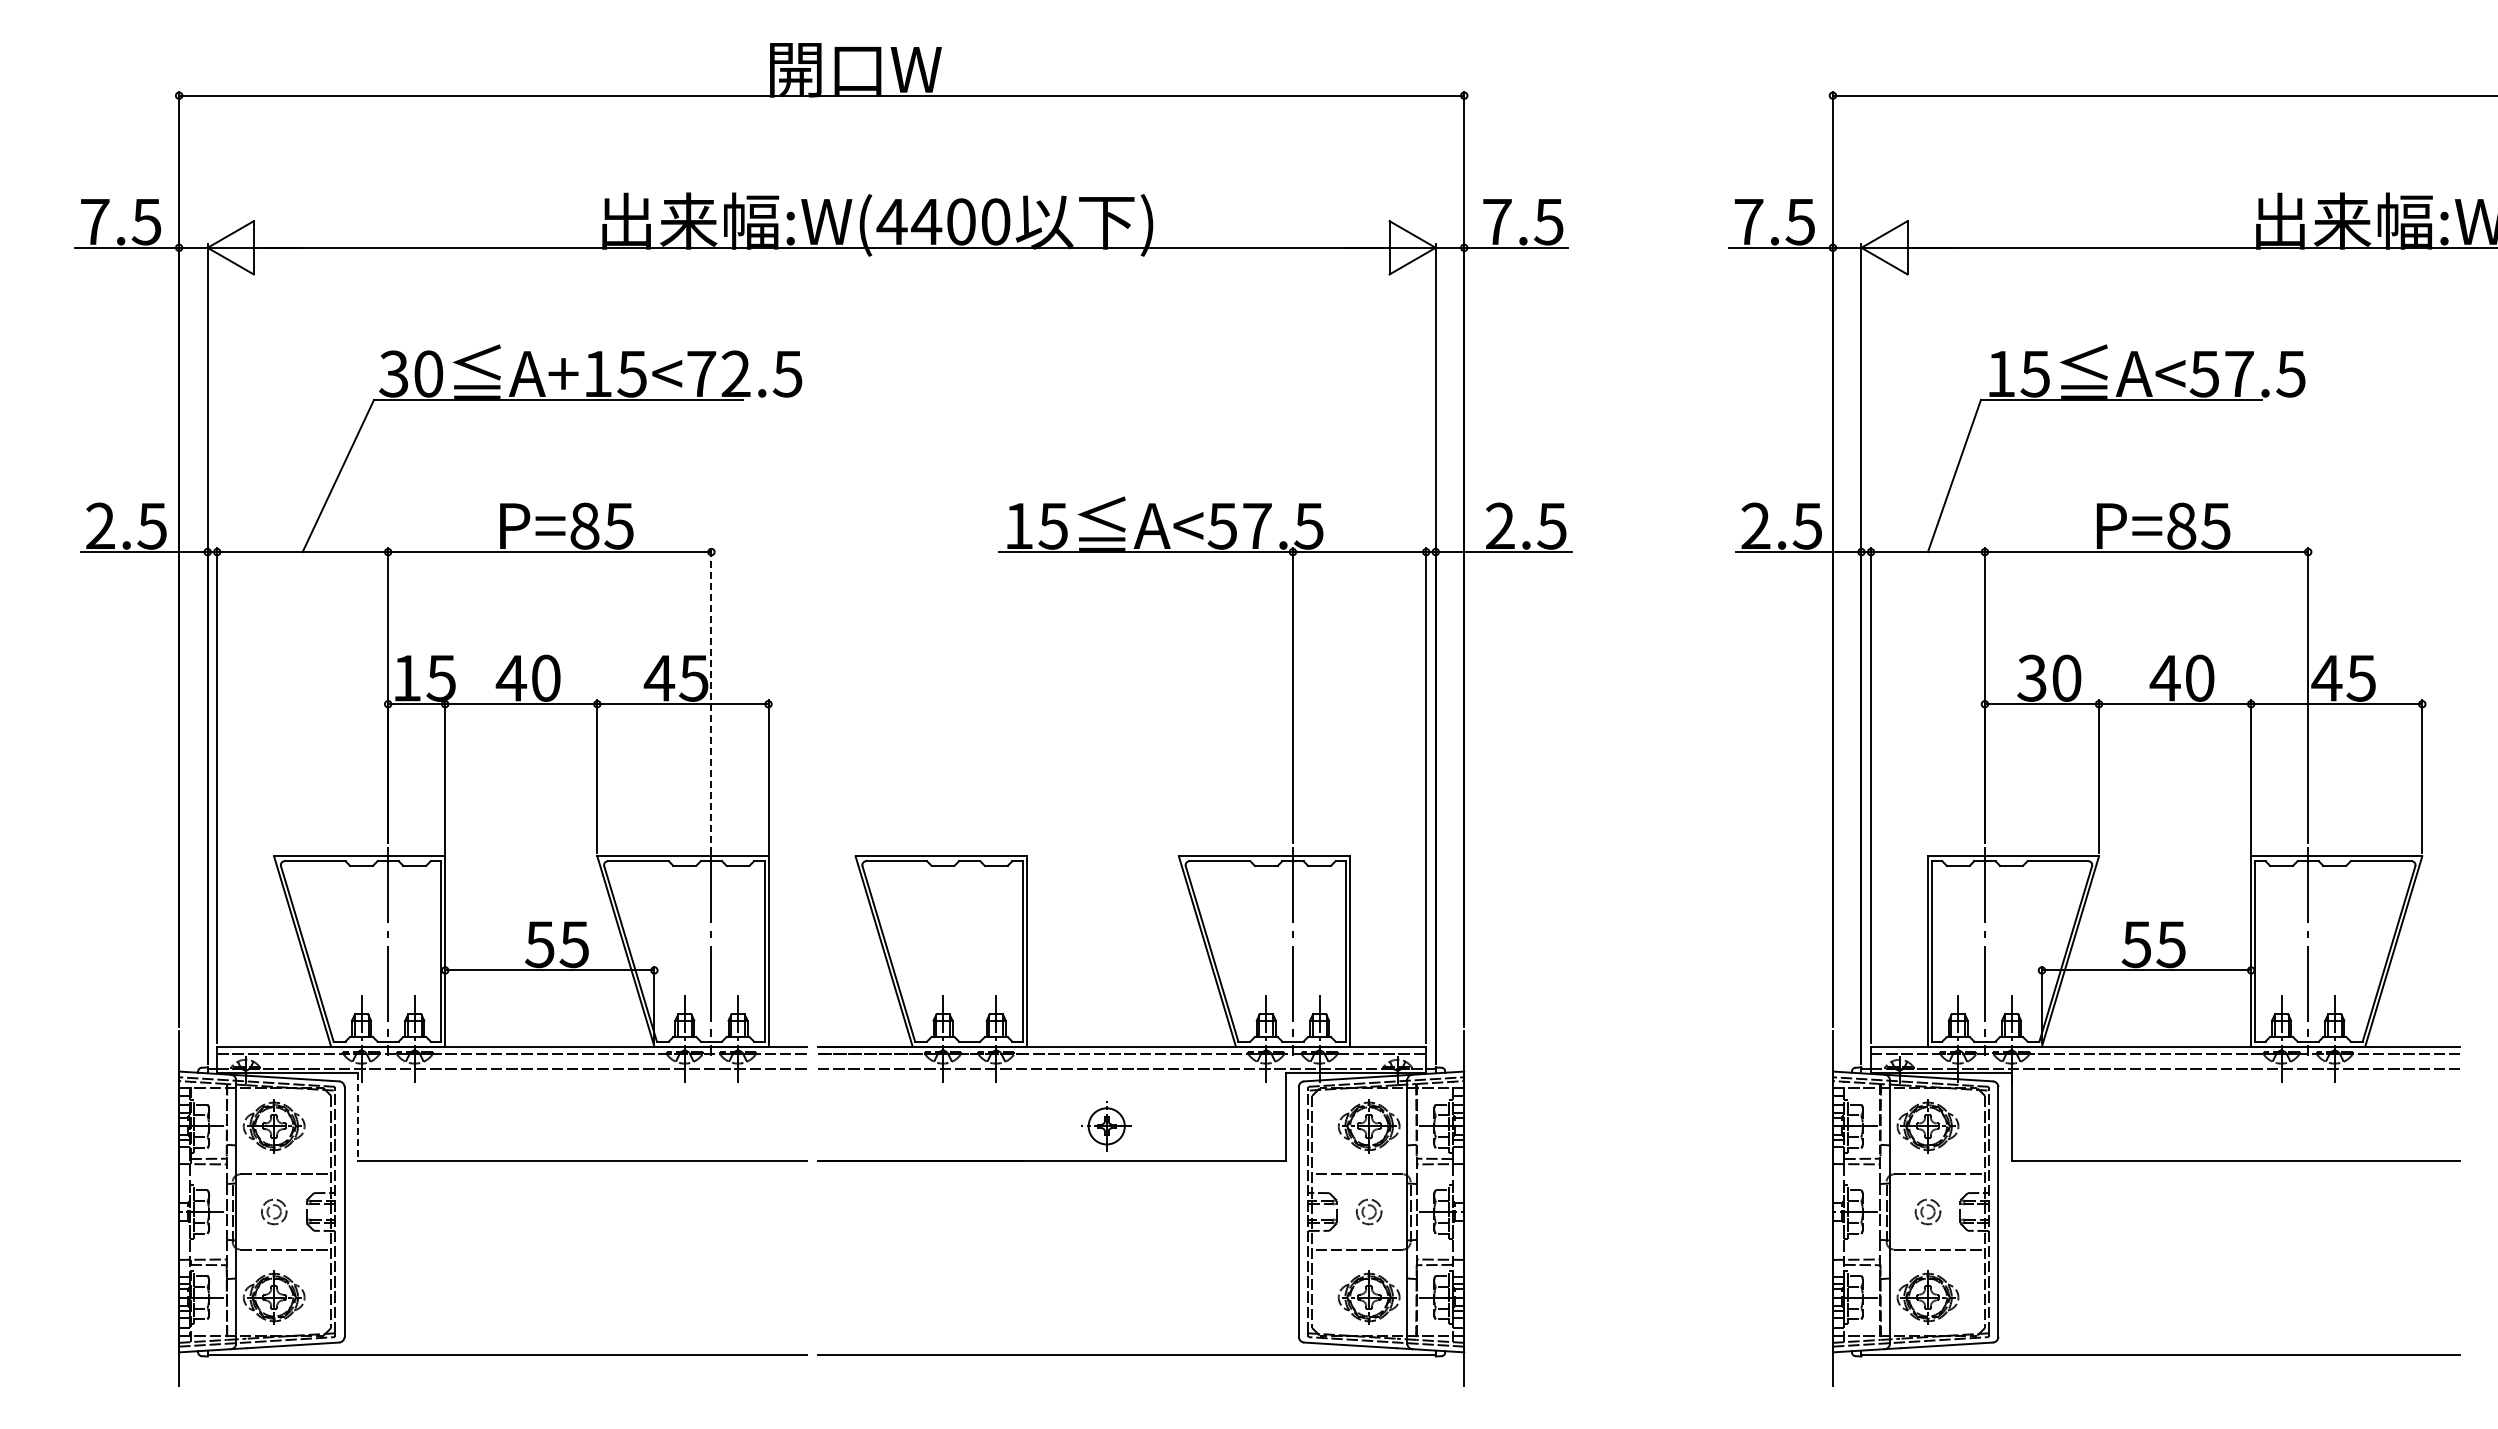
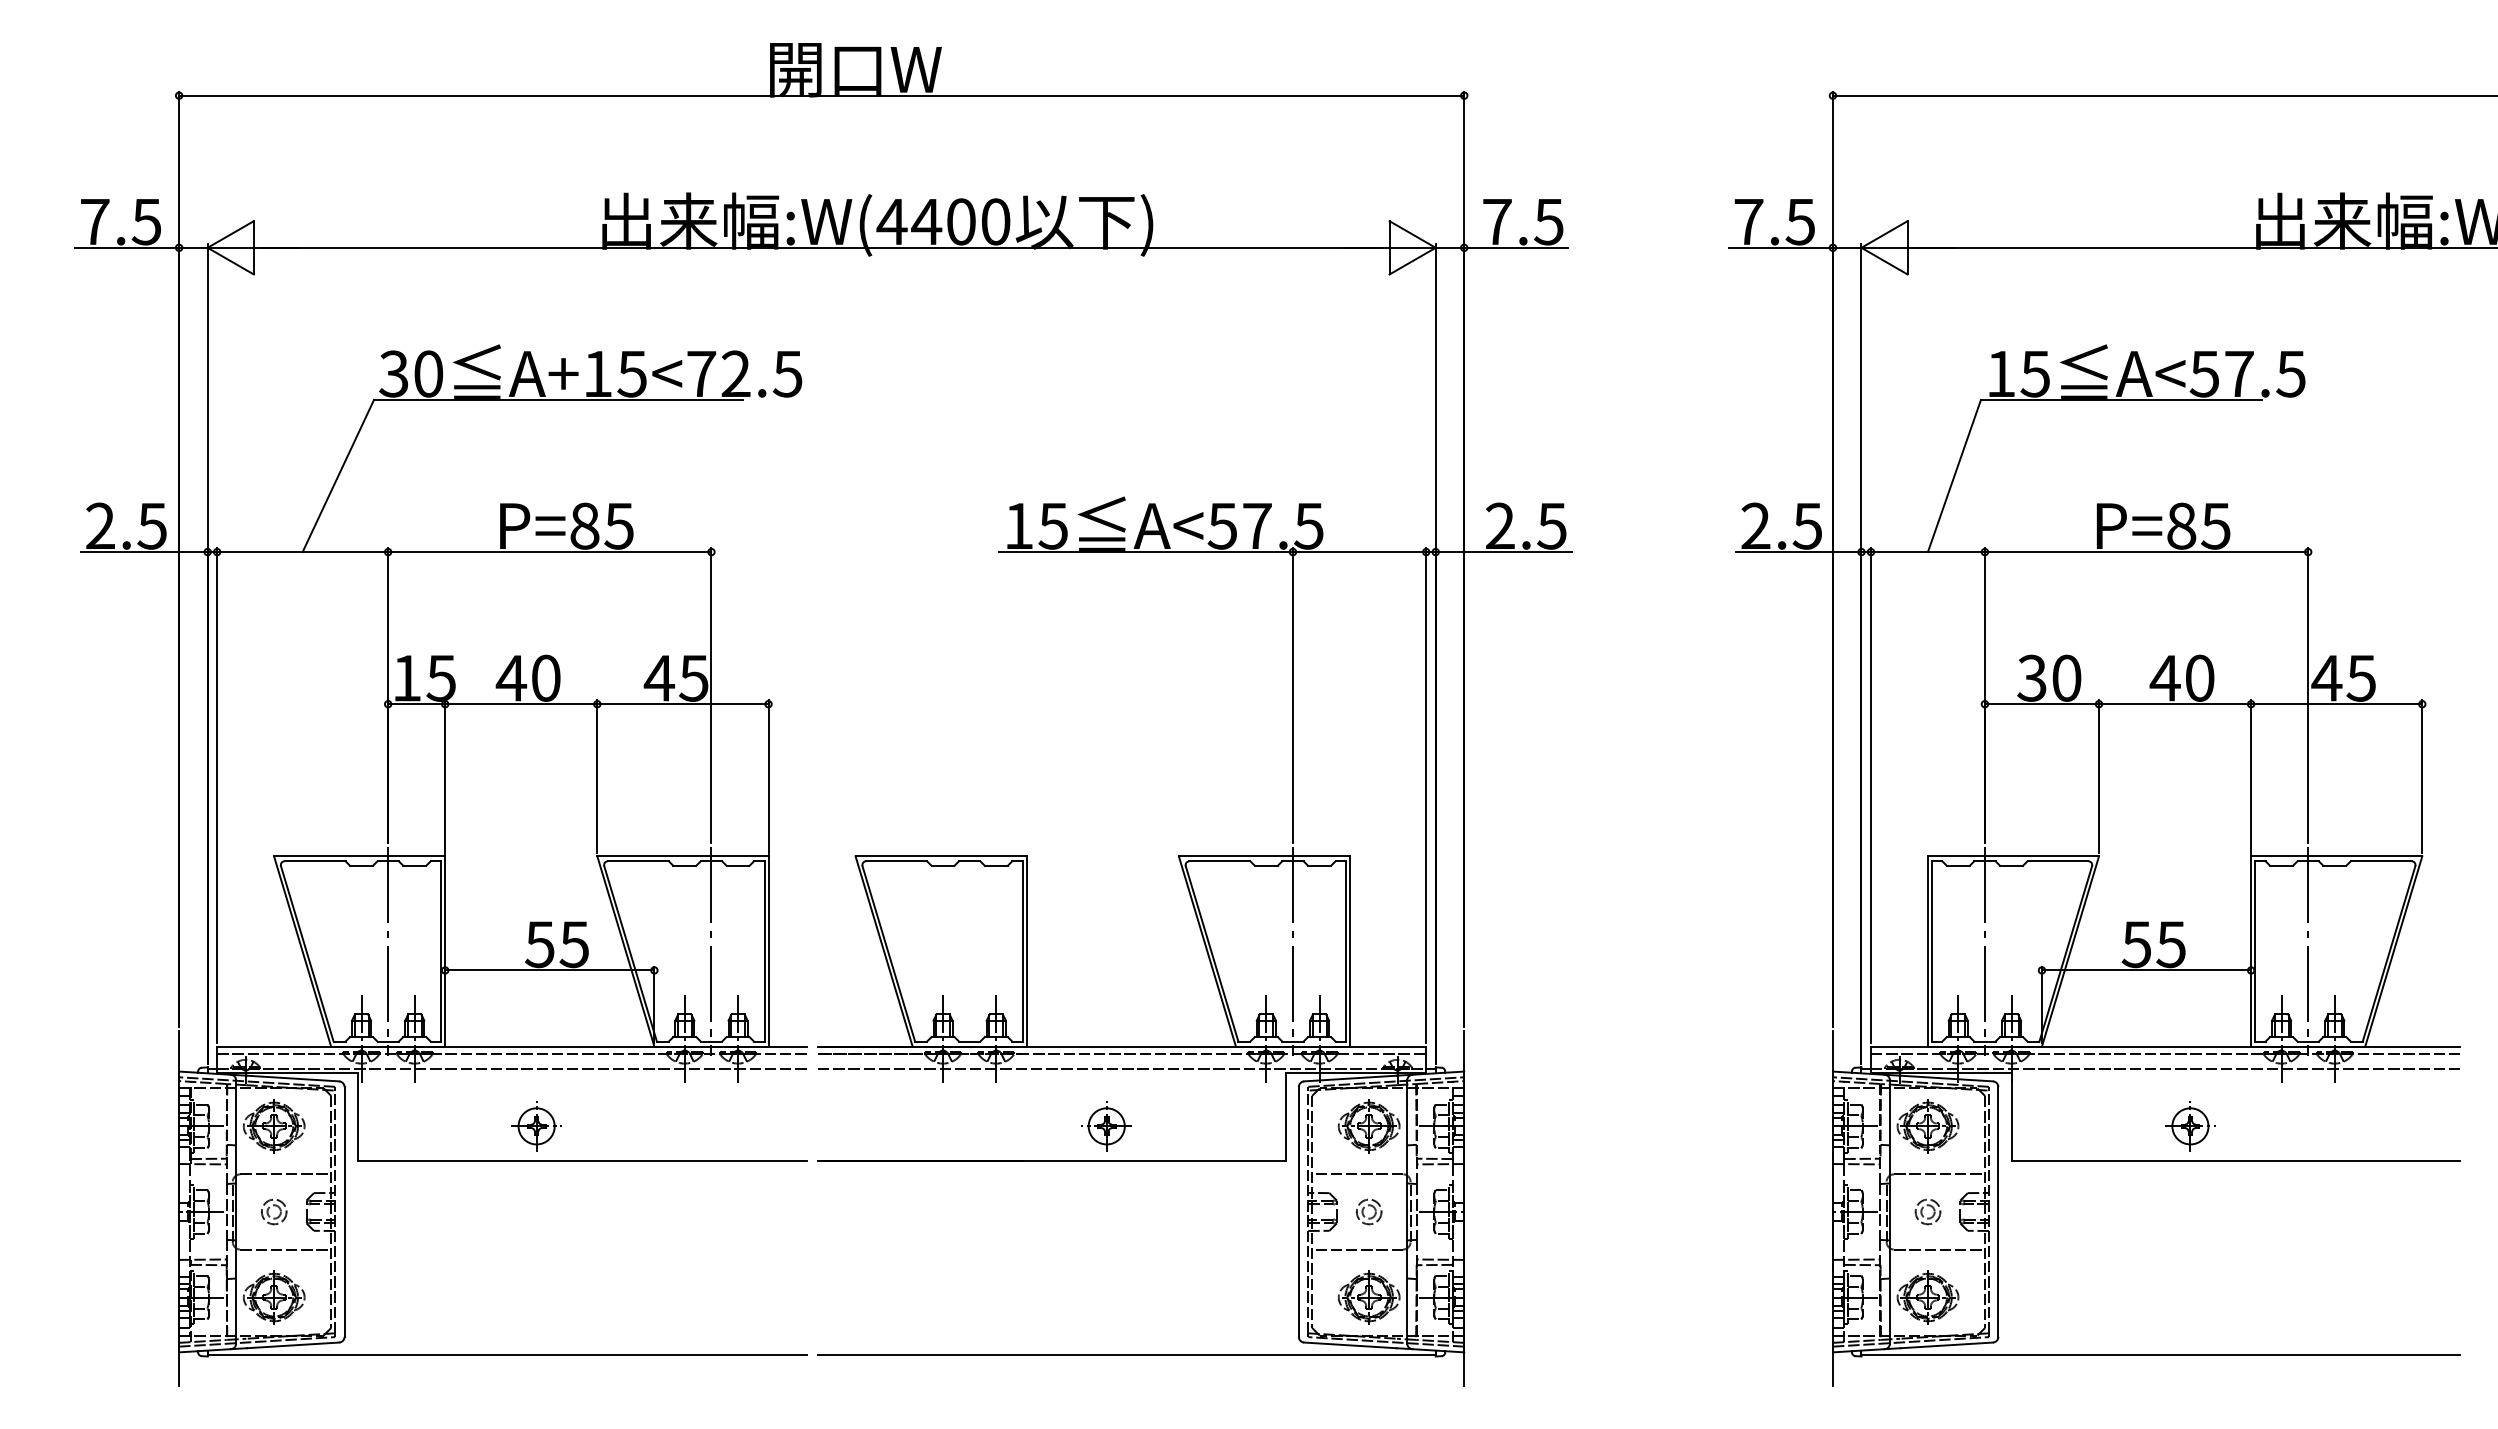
line at (711, 695): dashed -> solid
line at (357, 1116): dashed -> solid
part at (536, 1126): none -> present
part at (2190, 1126): none -> present
